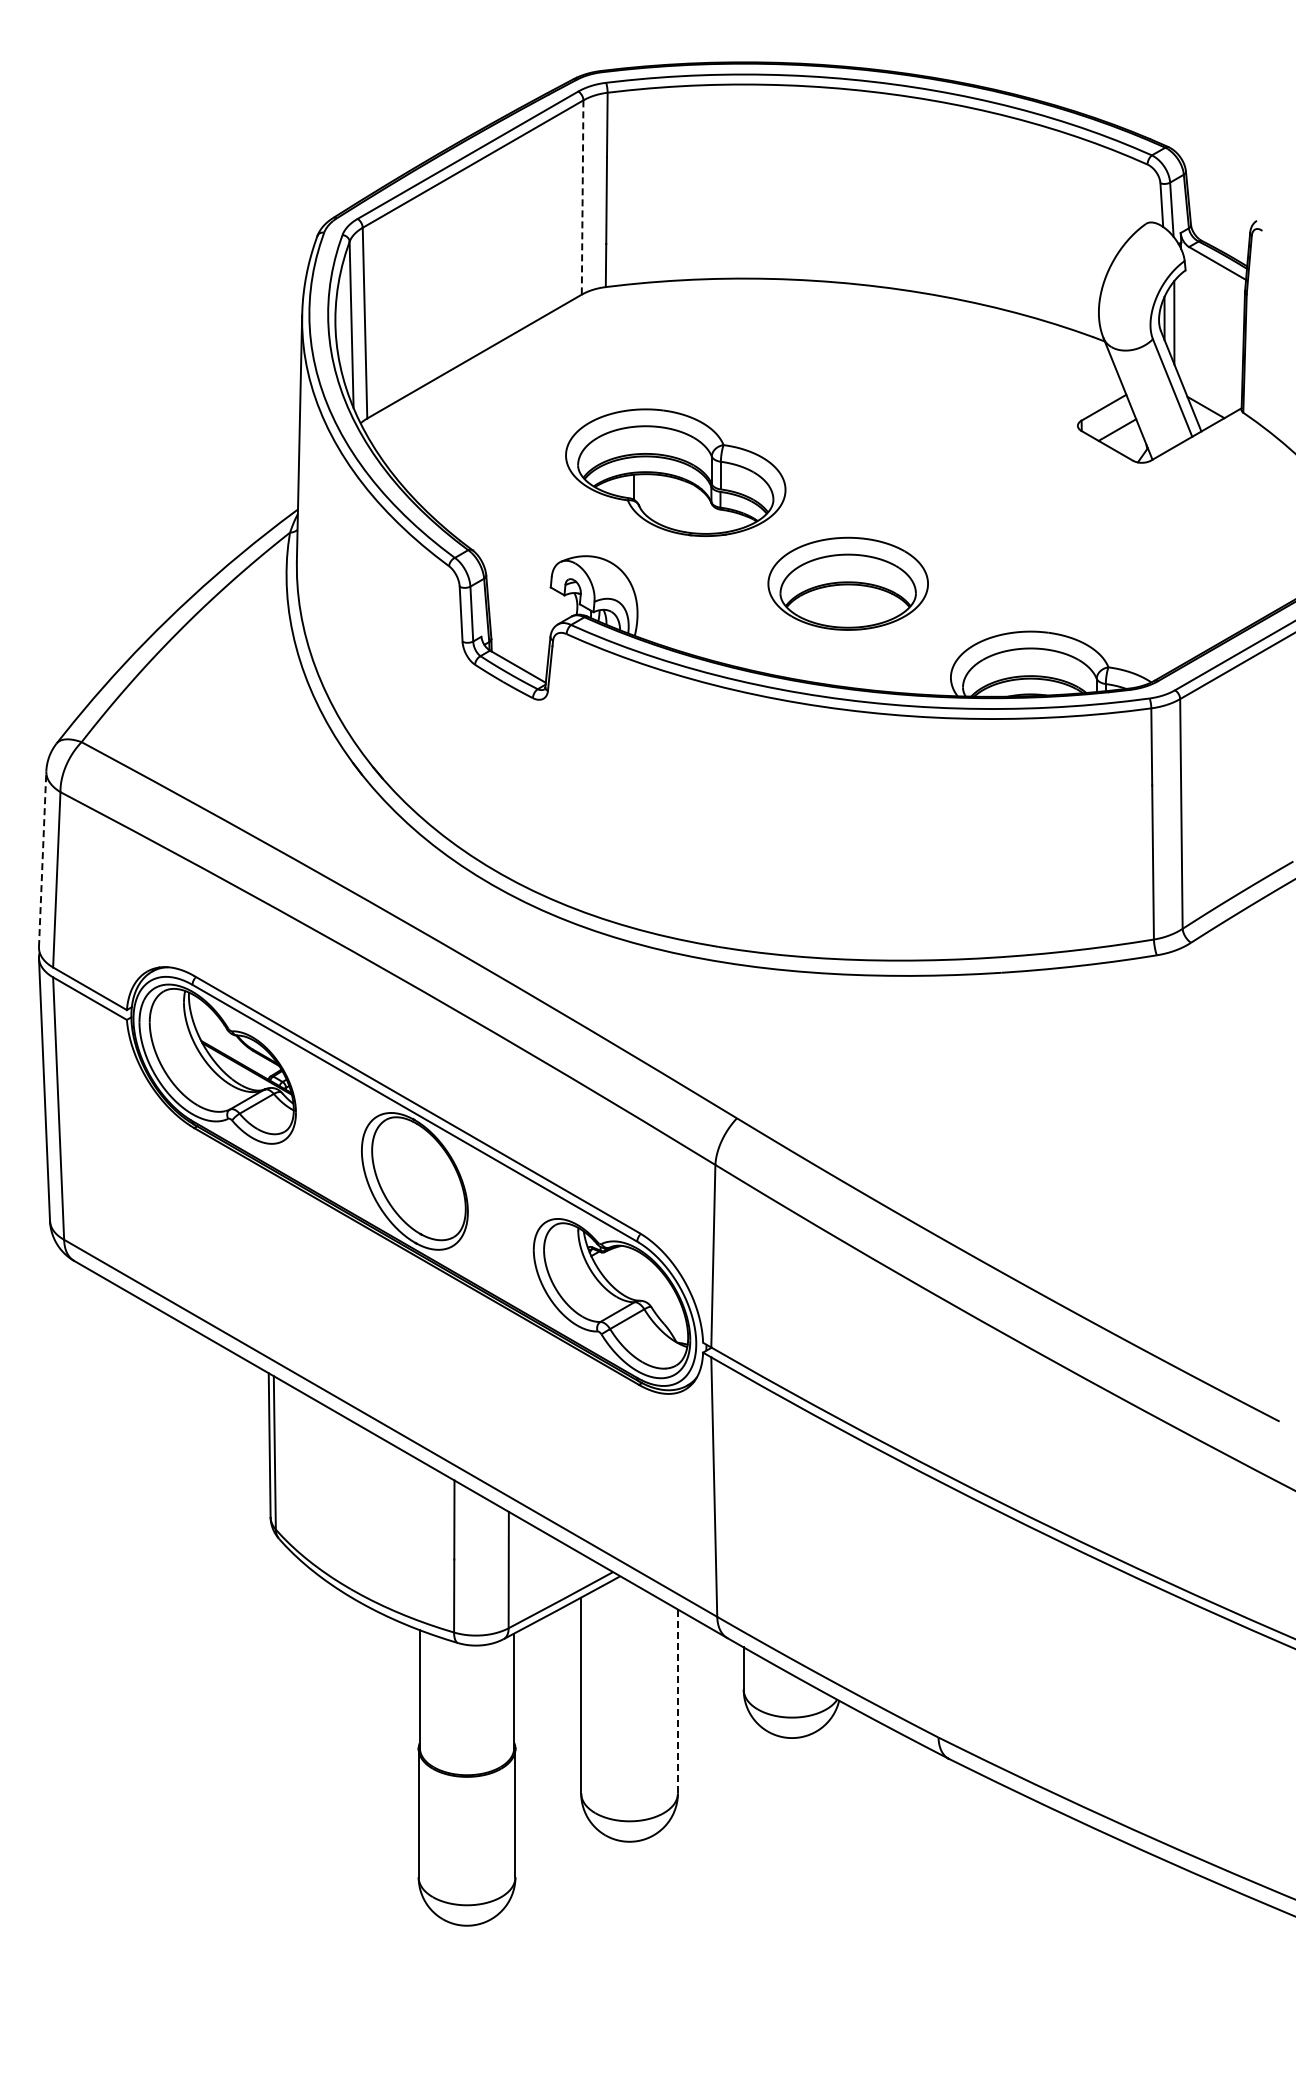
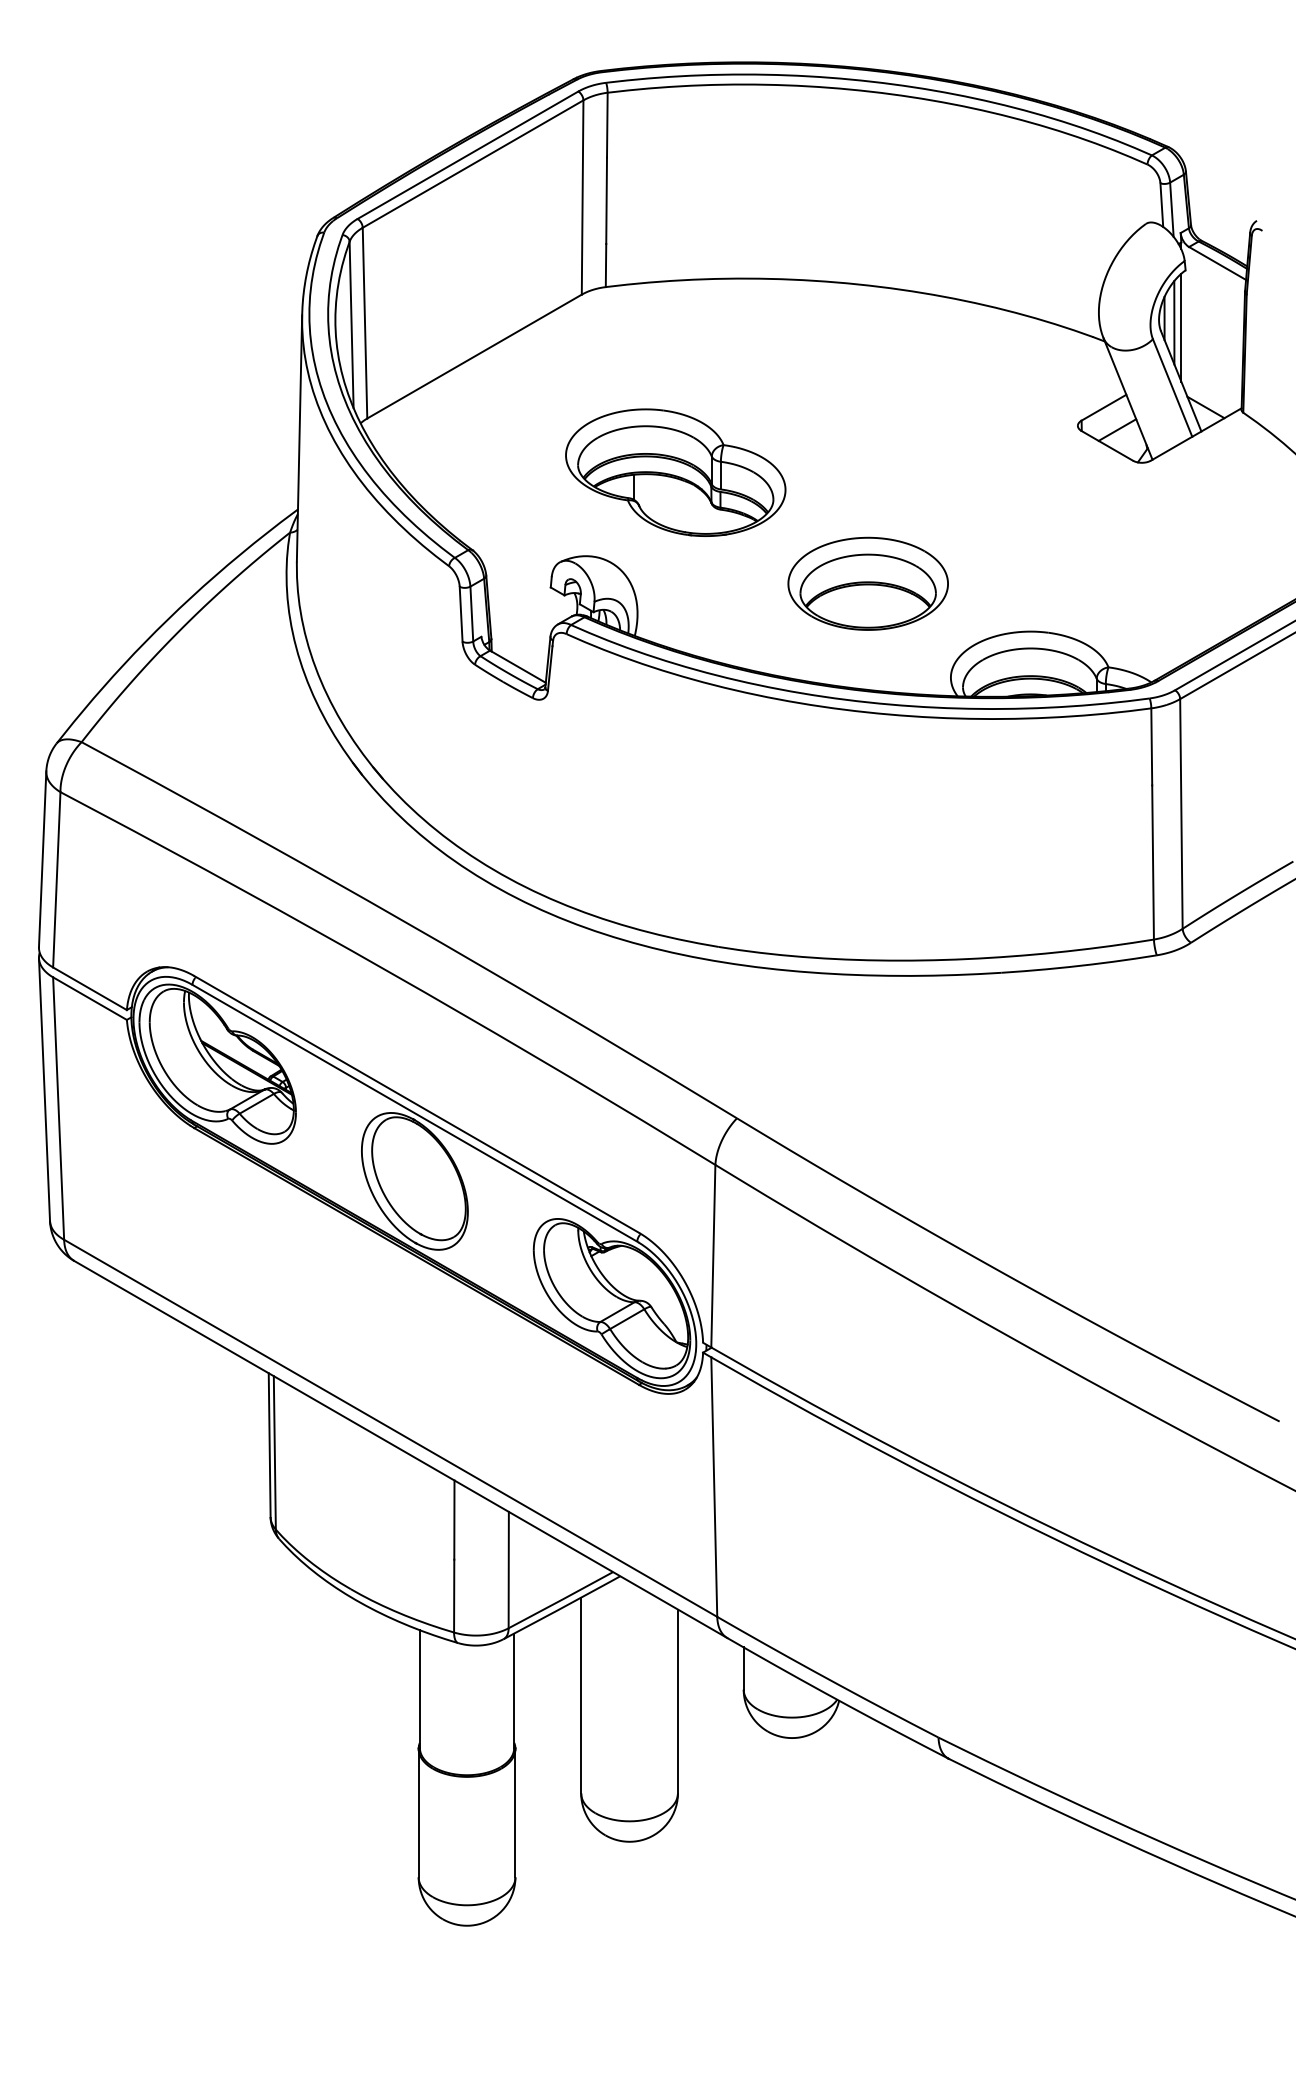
line at (582, 198): dashed -> solid
line at (1181, 327): none -> present
part at (847, 583) position: (847, 583) -> (867, 583)
line at (42, 859): dashed -> solid
line at (677, 1701): dashed -> solid
